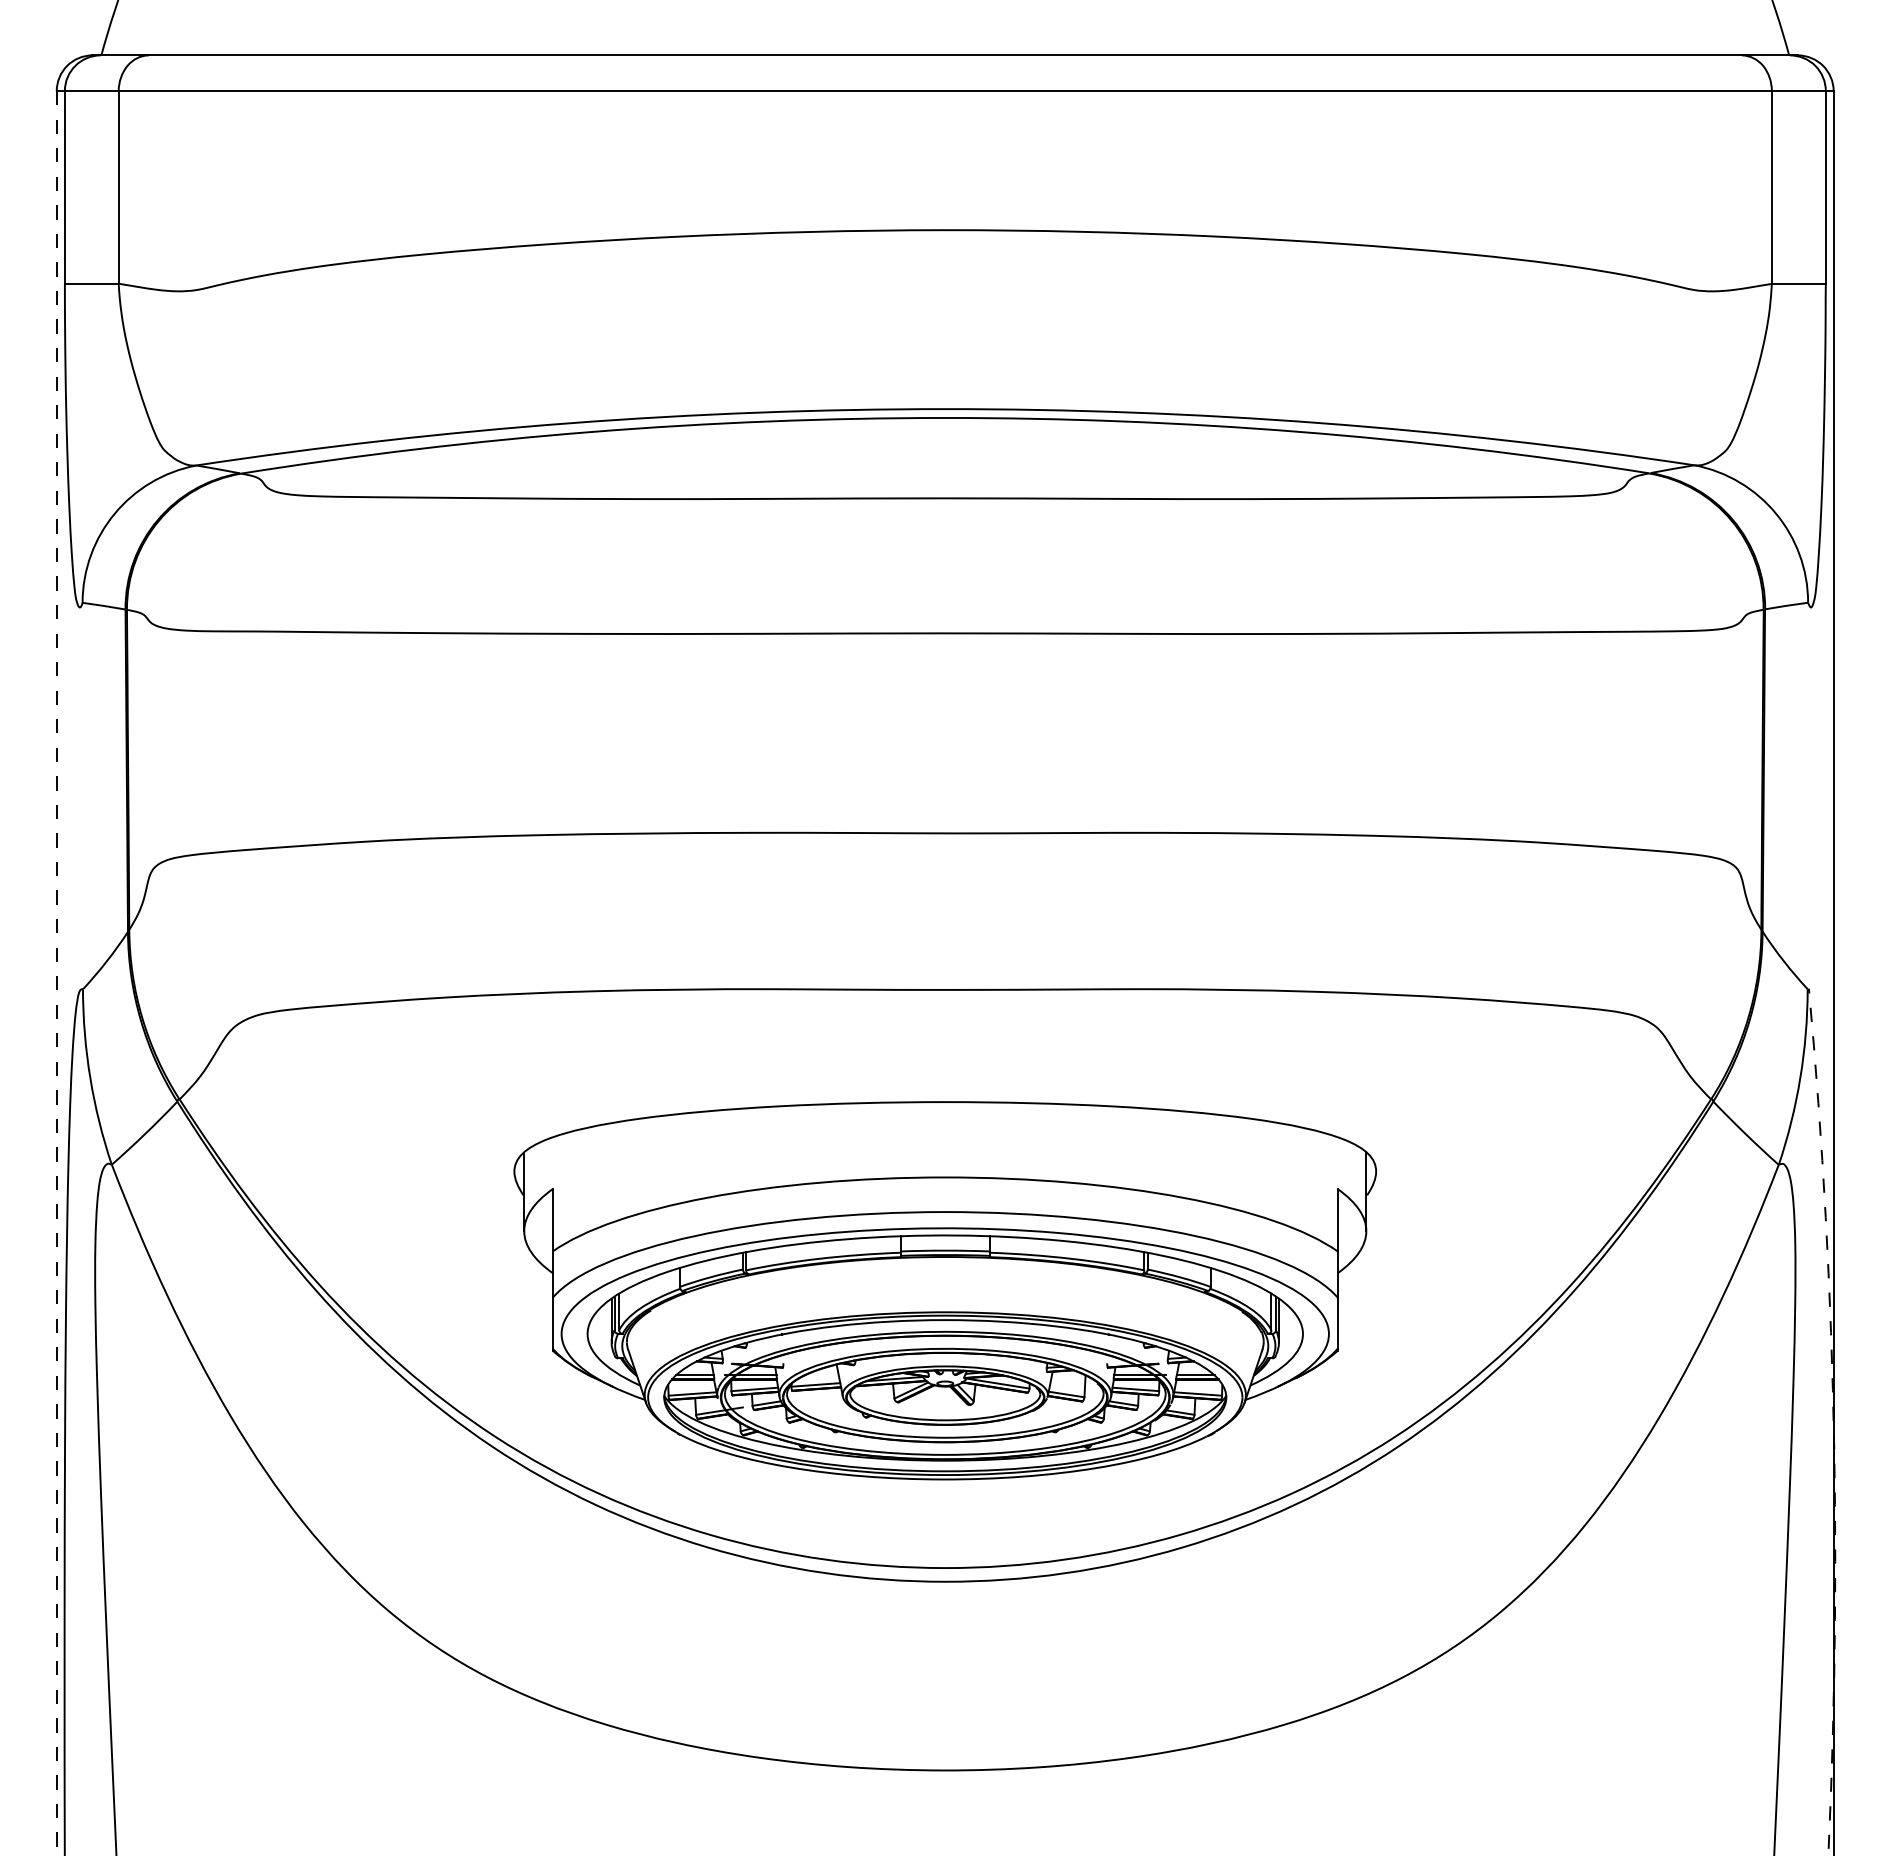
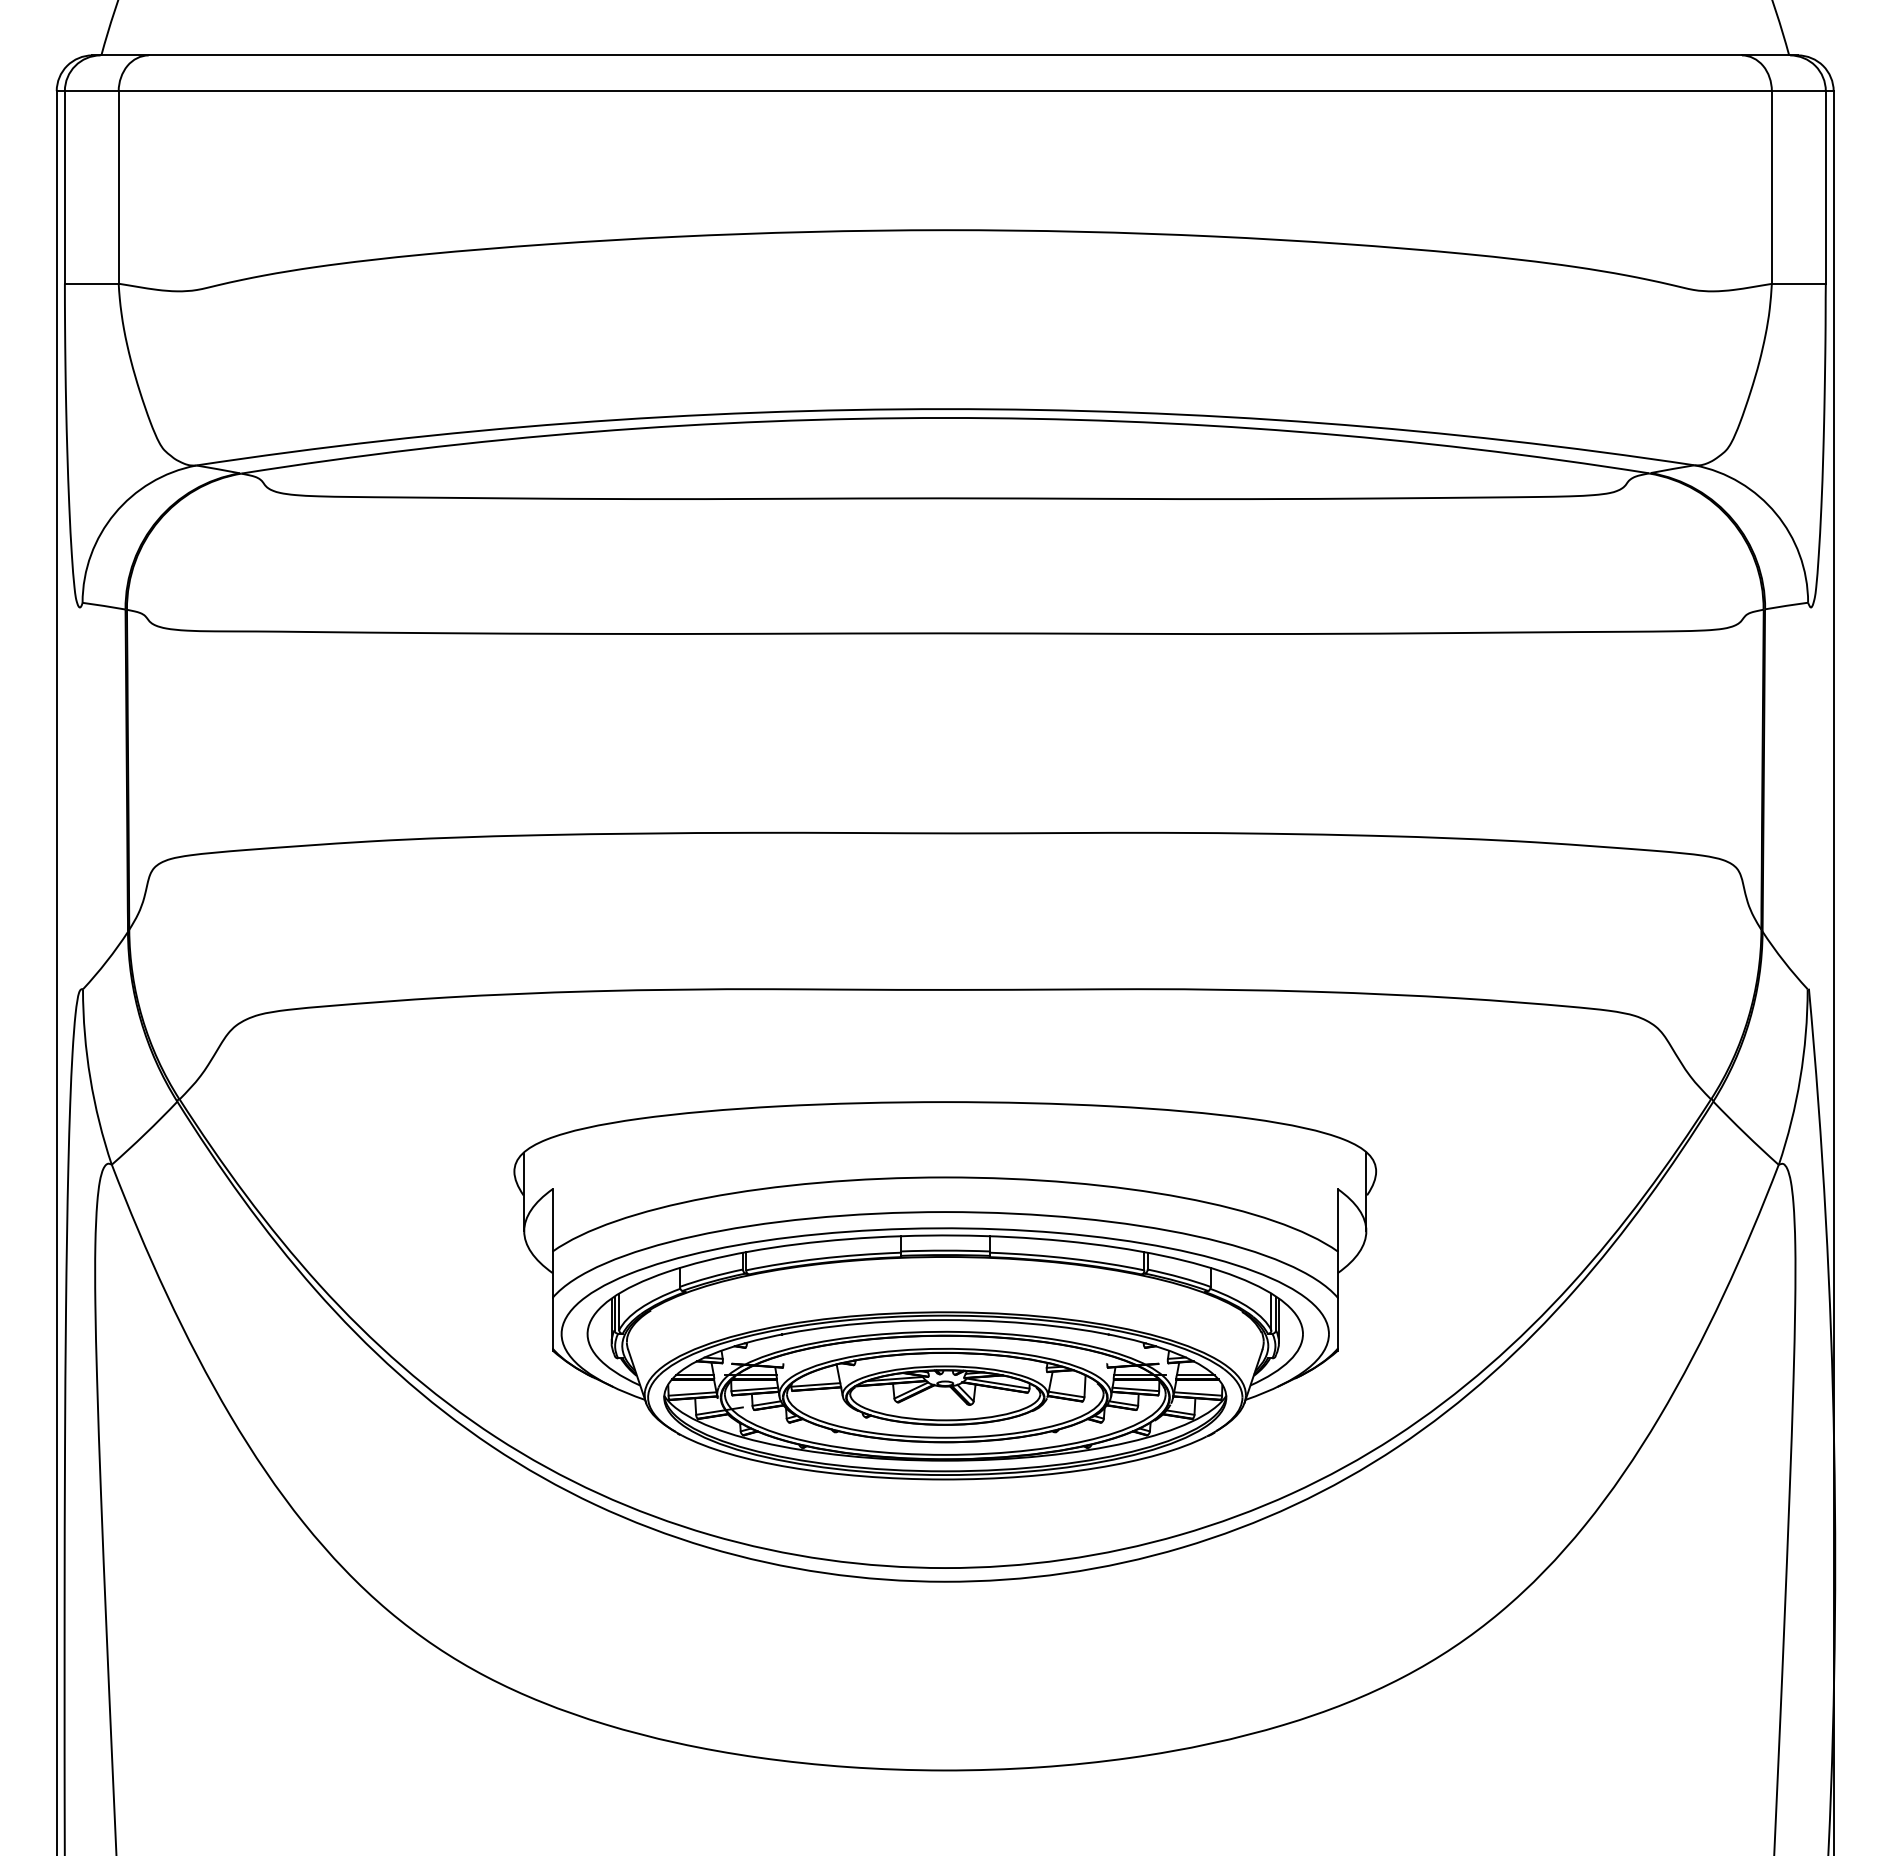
line at (57, 973): dashed -> solid
arc at (1833, 1422): dashed -> solid
